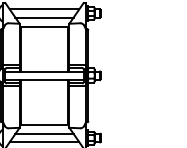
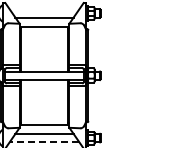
line at (44, 9): present -> none
line at (44, 142): solid -> dashed
